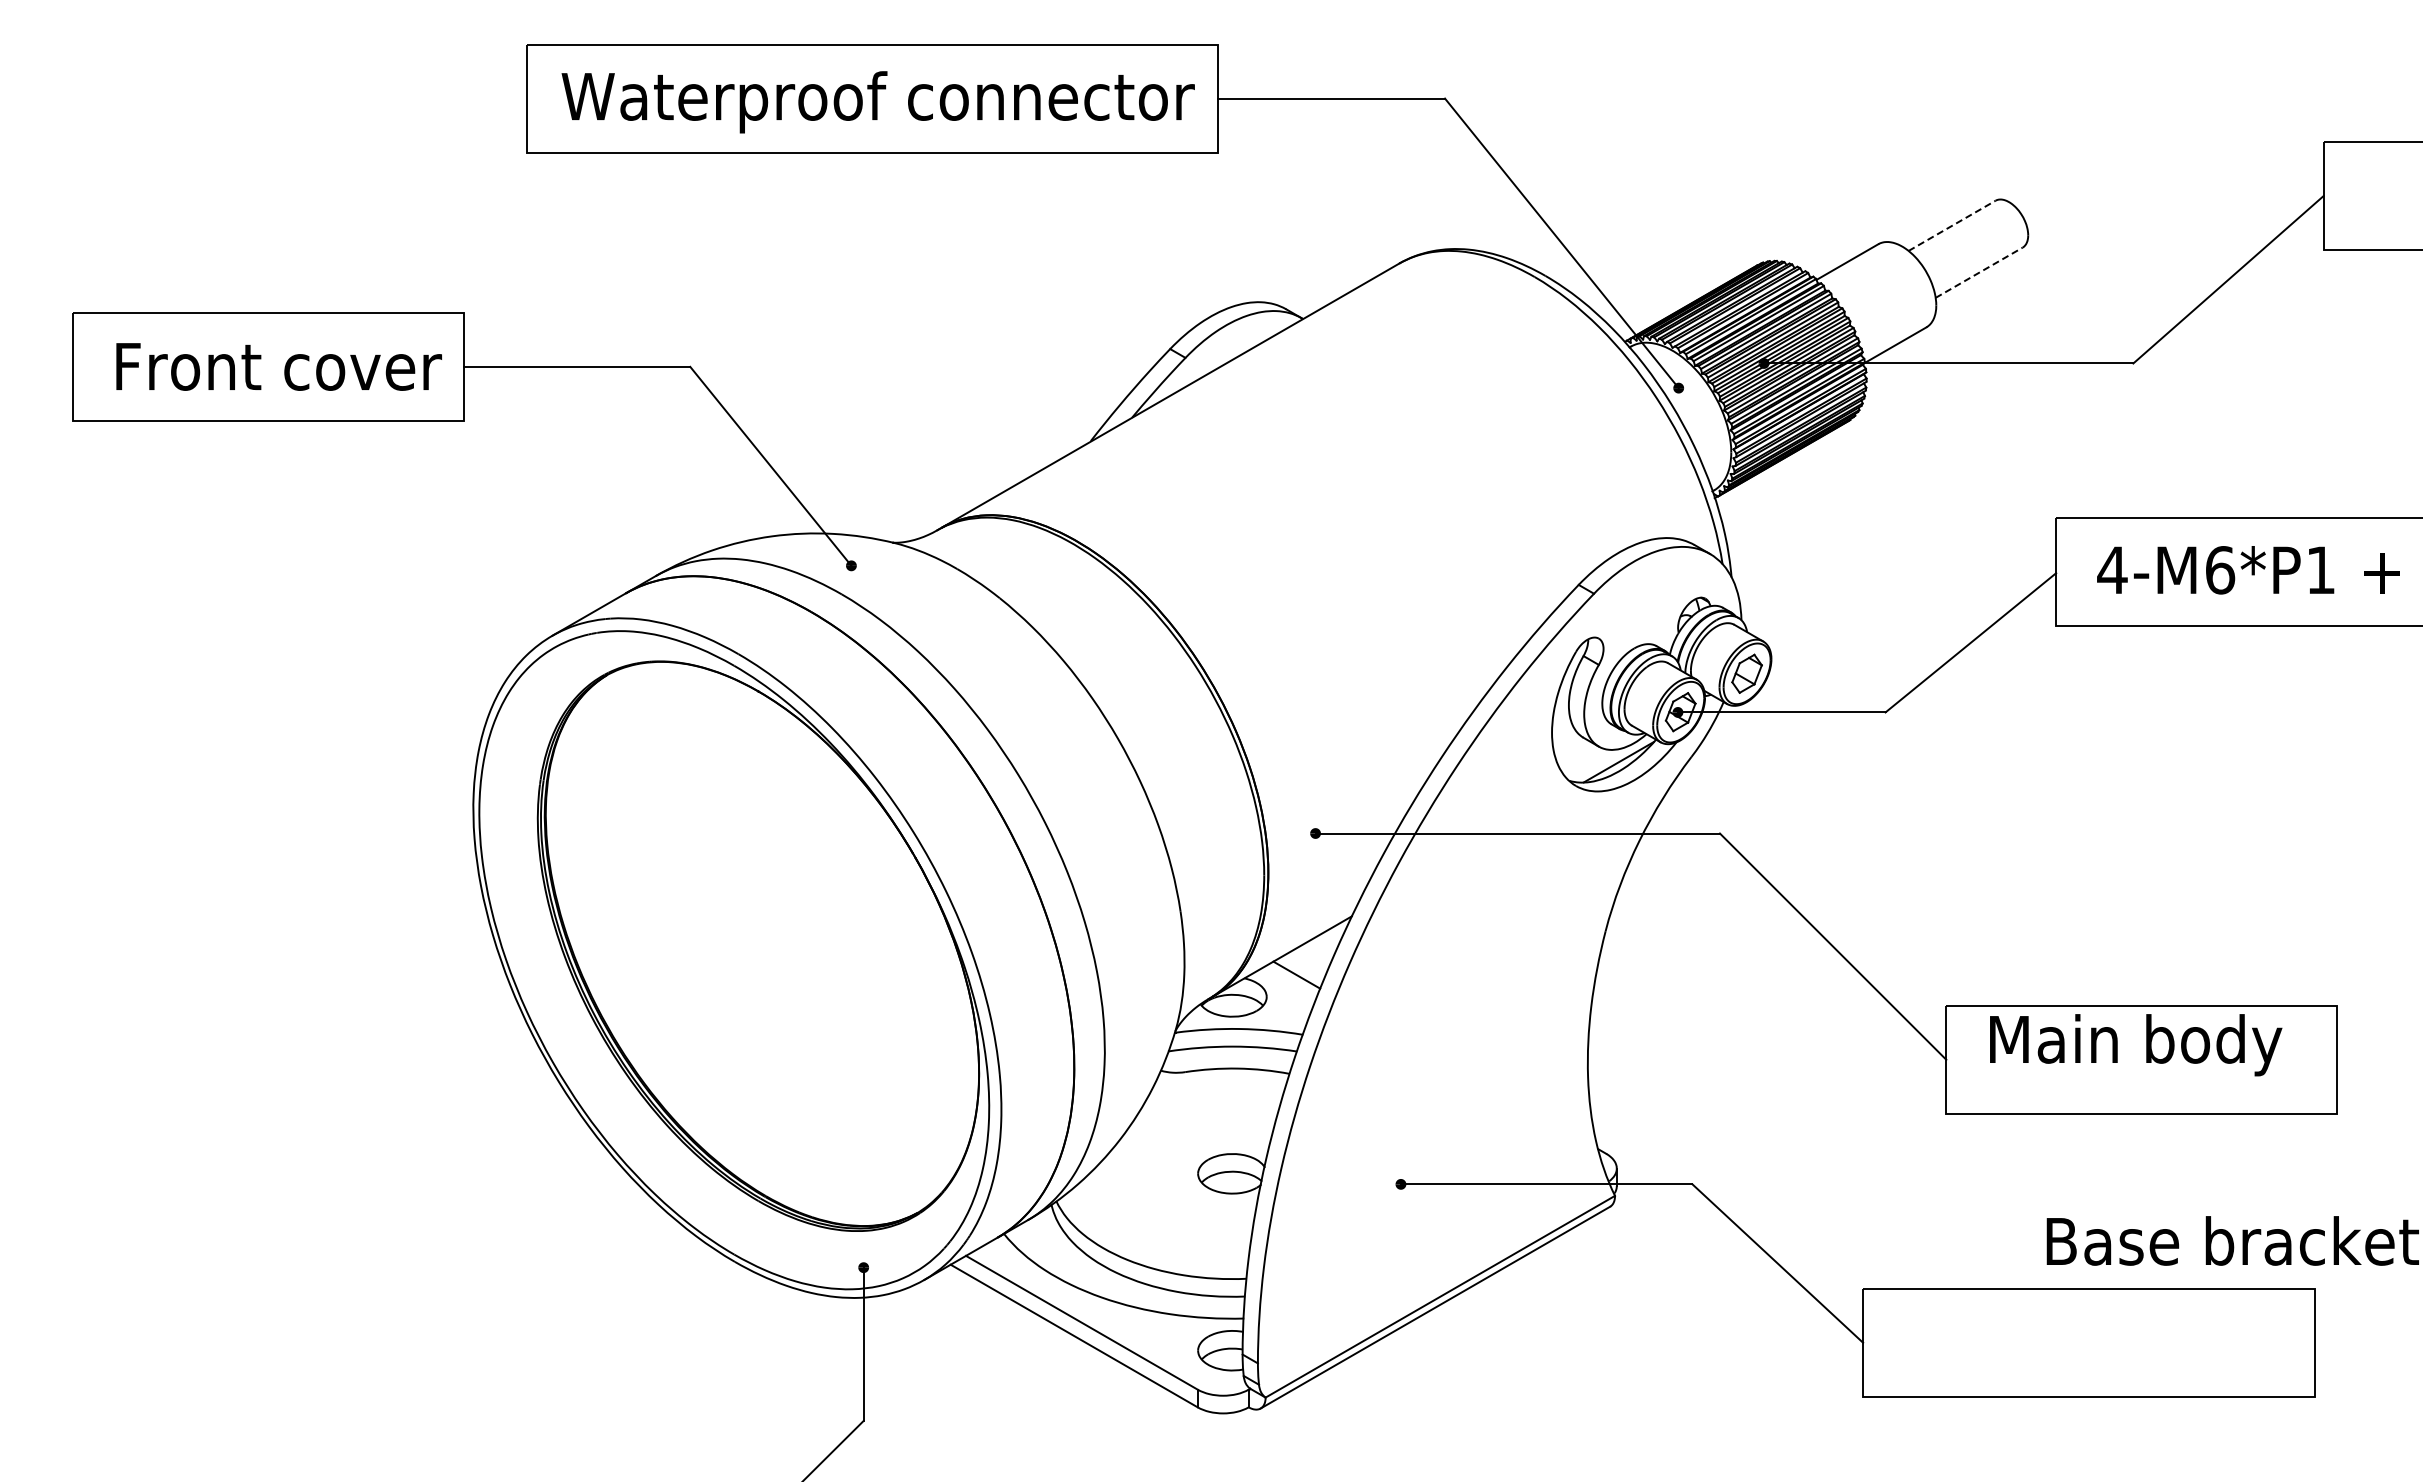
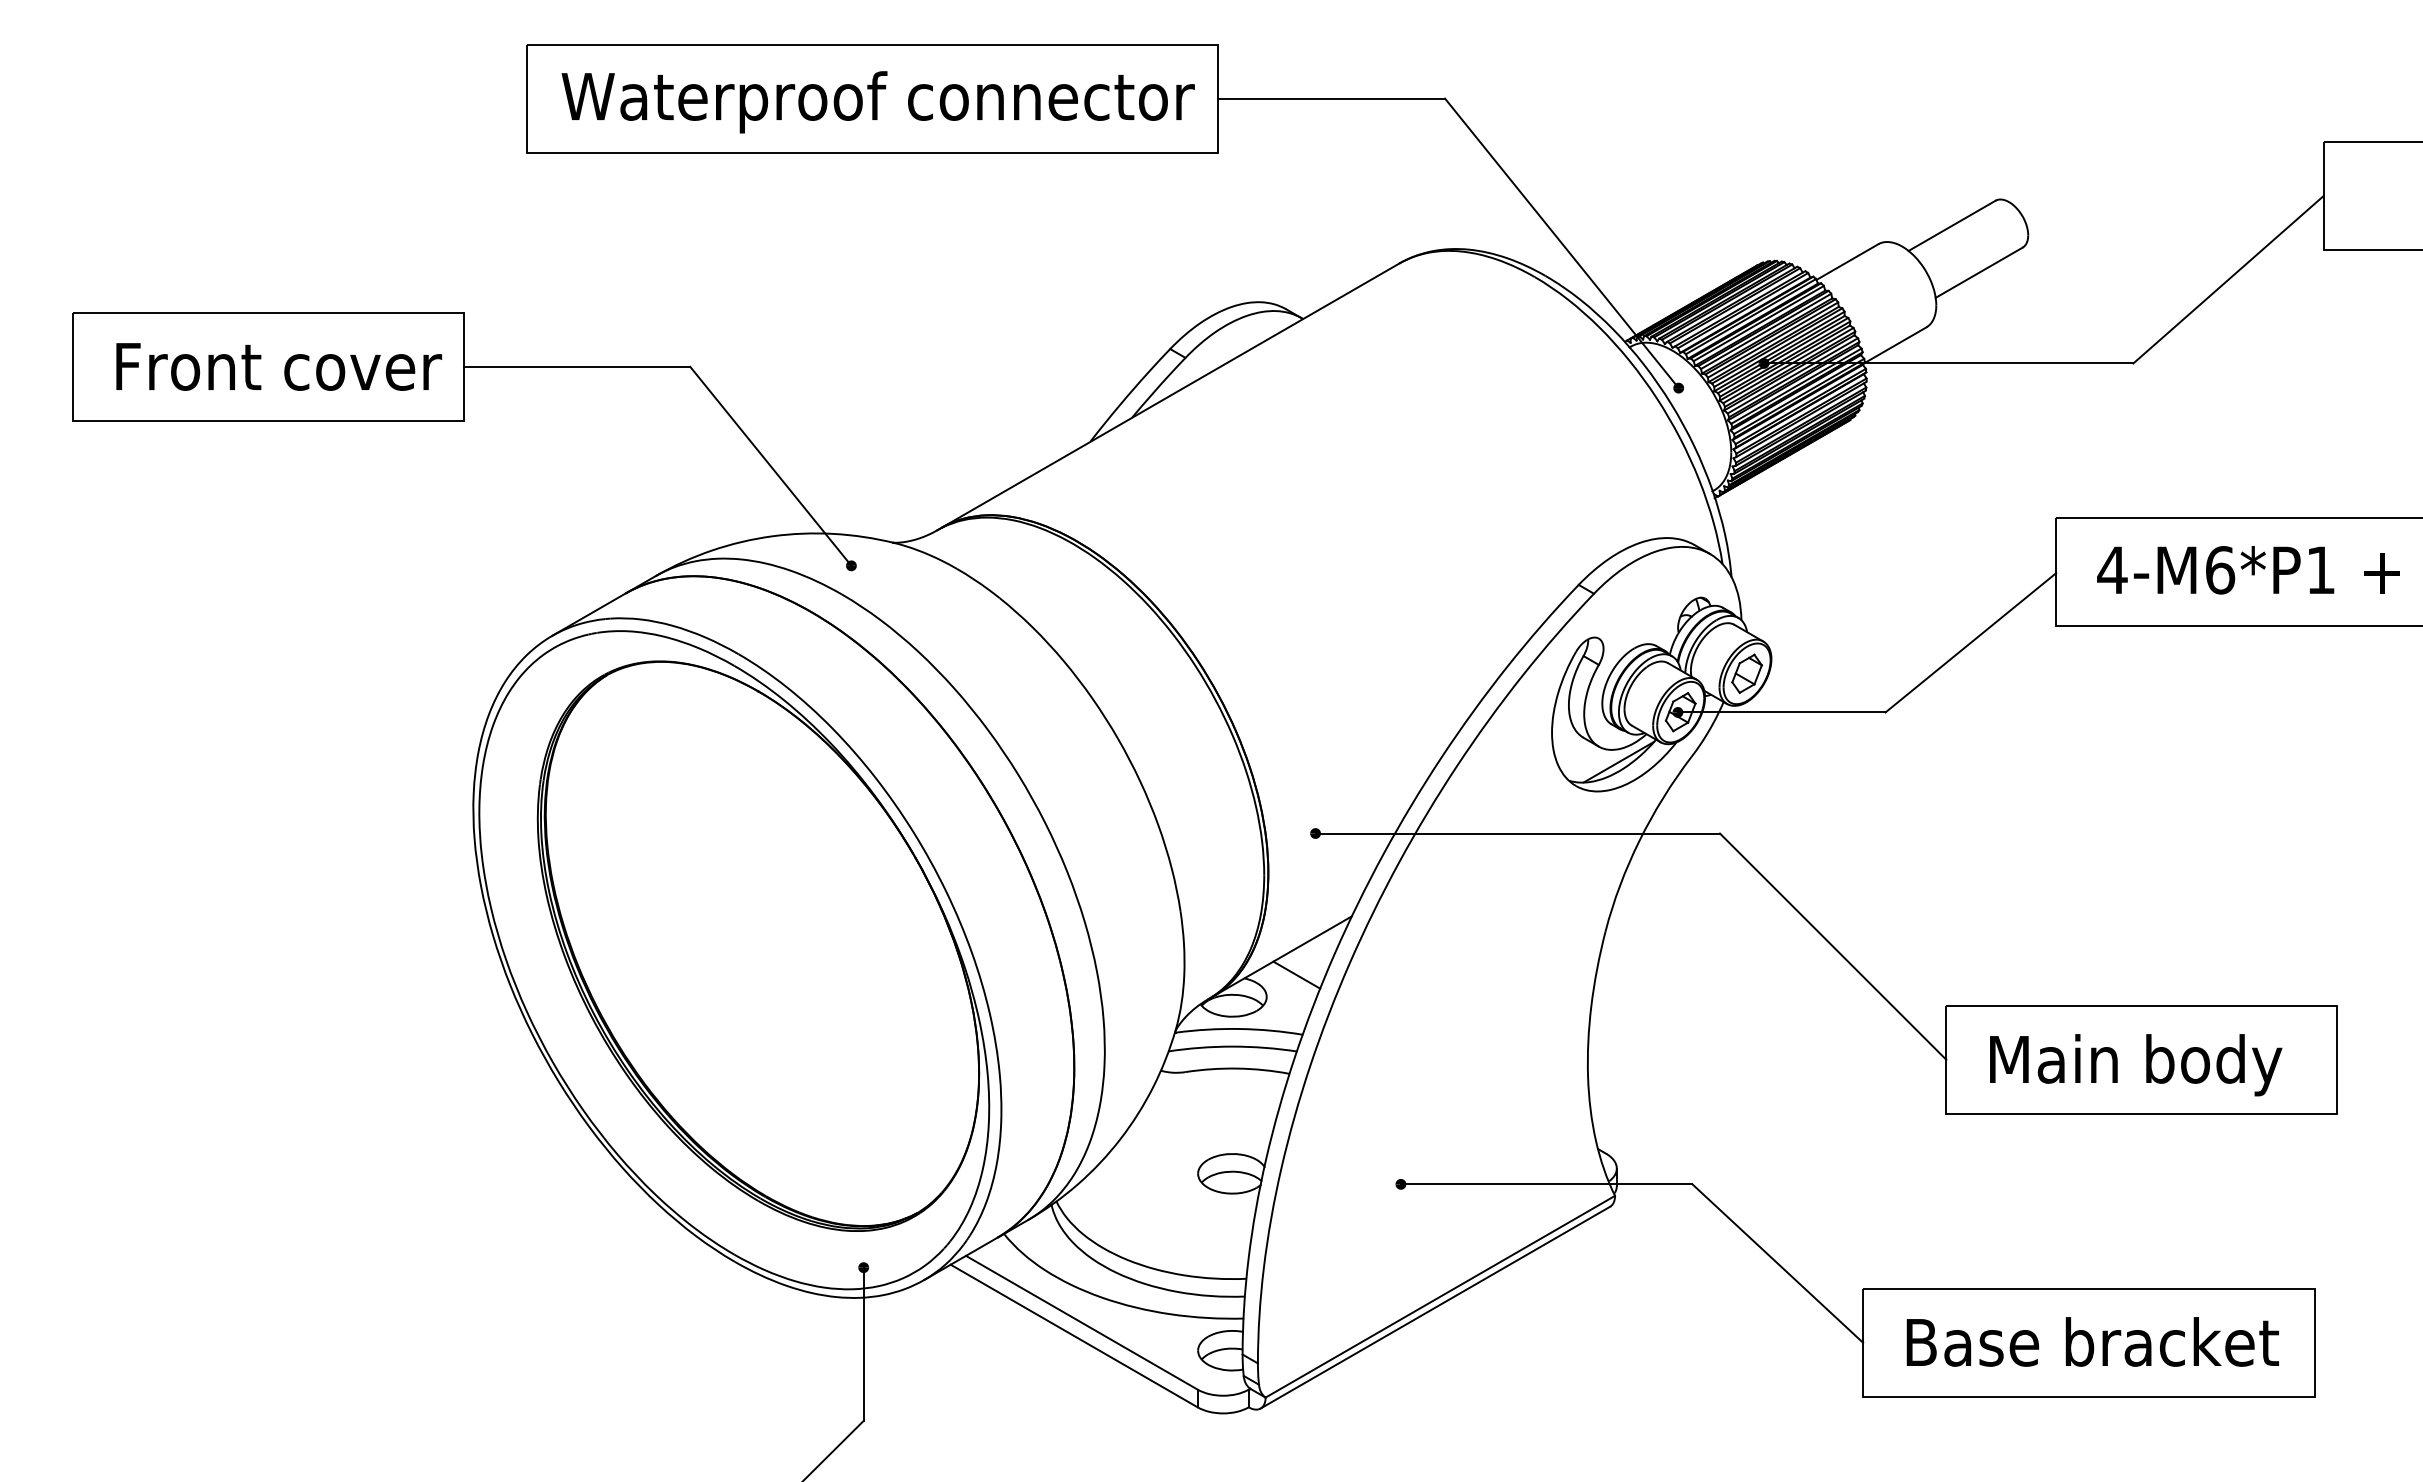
line at (1952, 225): dashed -> solid
line at (1979, 272): dashed -> solid
text at (2136, 1045) position: (2136, 1045) -> (2136, 1065)
text at (2232, 1240) position: (2232, 1240) -> (2092, 1341)
